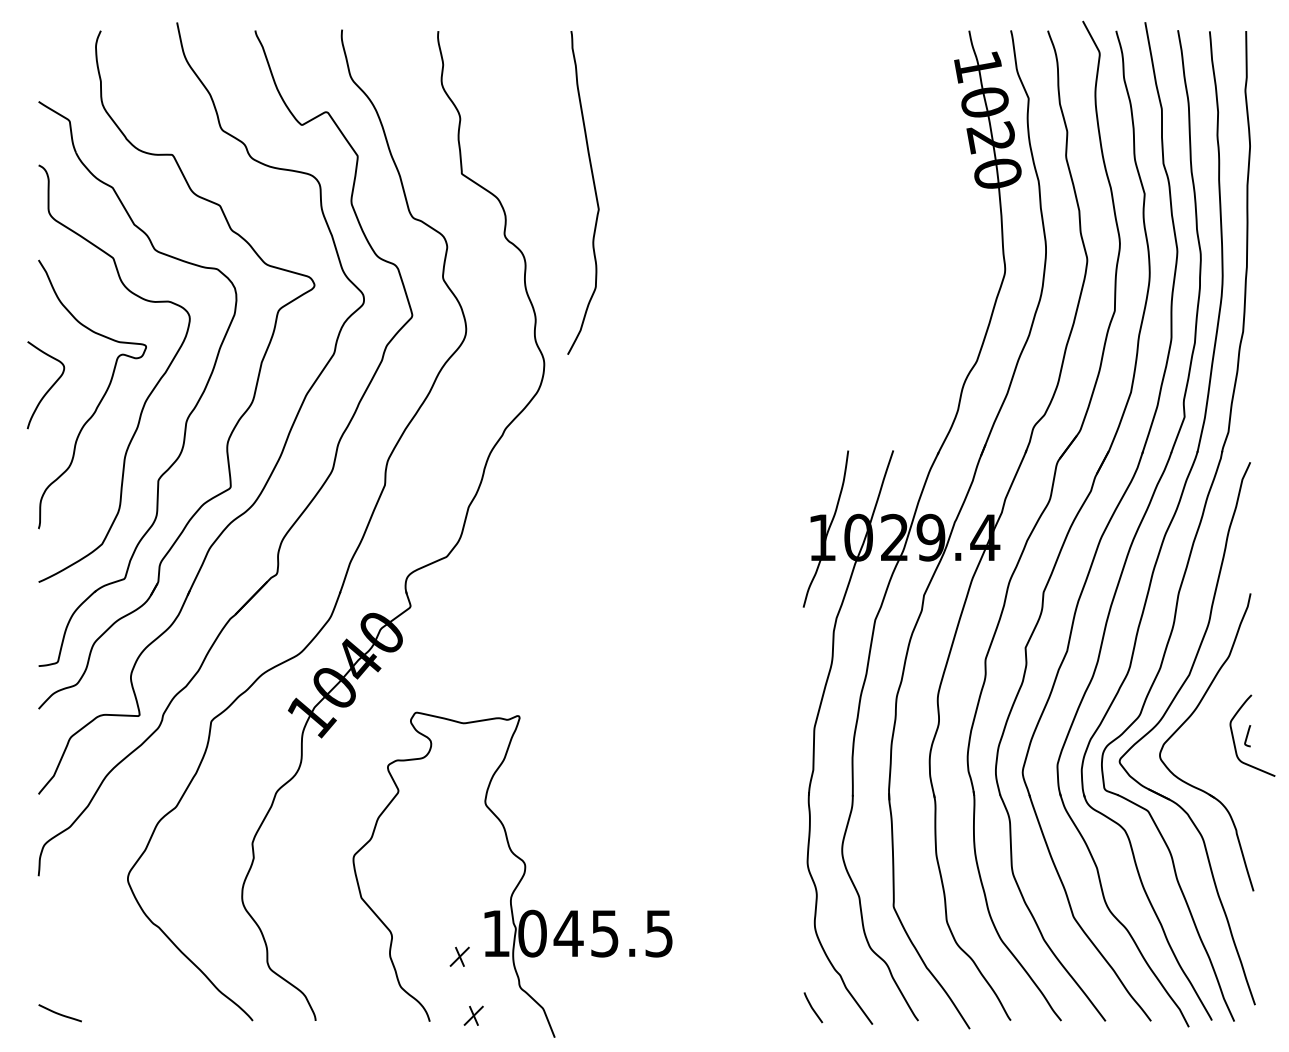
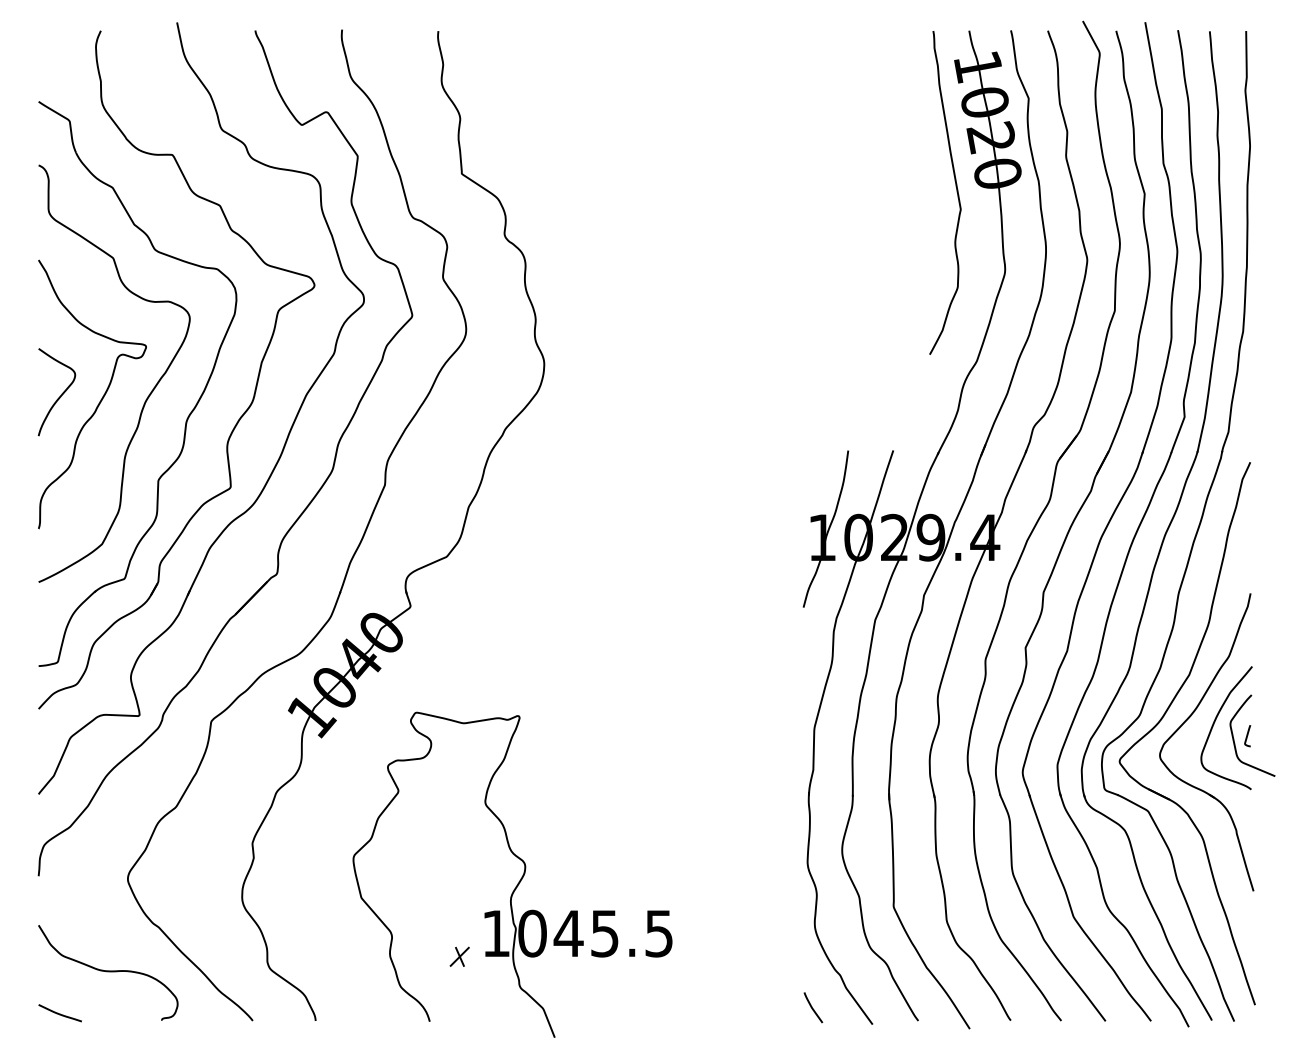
curve at (594, 192) position: (594, 192) -> (956, 192)
curve at (49, 388) position: (49, 388) -> (60, 395)
curve at (1215, 722): none -> present
curve at (108, 972): none -> present
part at (473, 1015): present -> none
